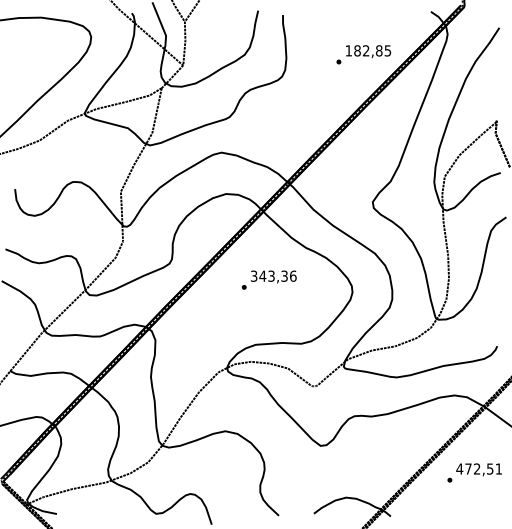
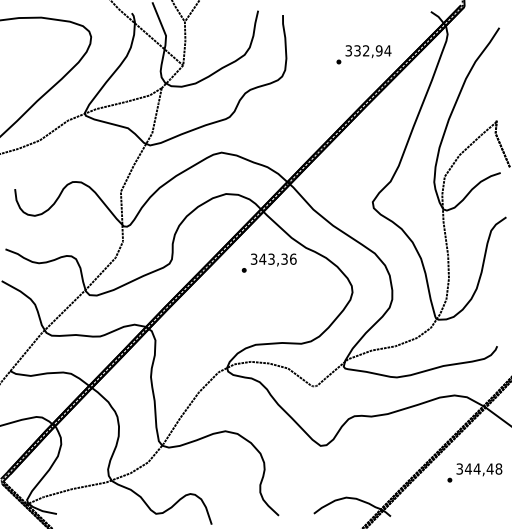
text at (368, 50): 182,85 -> 332,94
text at (268, 279) position: (268, 279) -> (268, 262)
text at (479, 468): 472,51 -> 344,48
